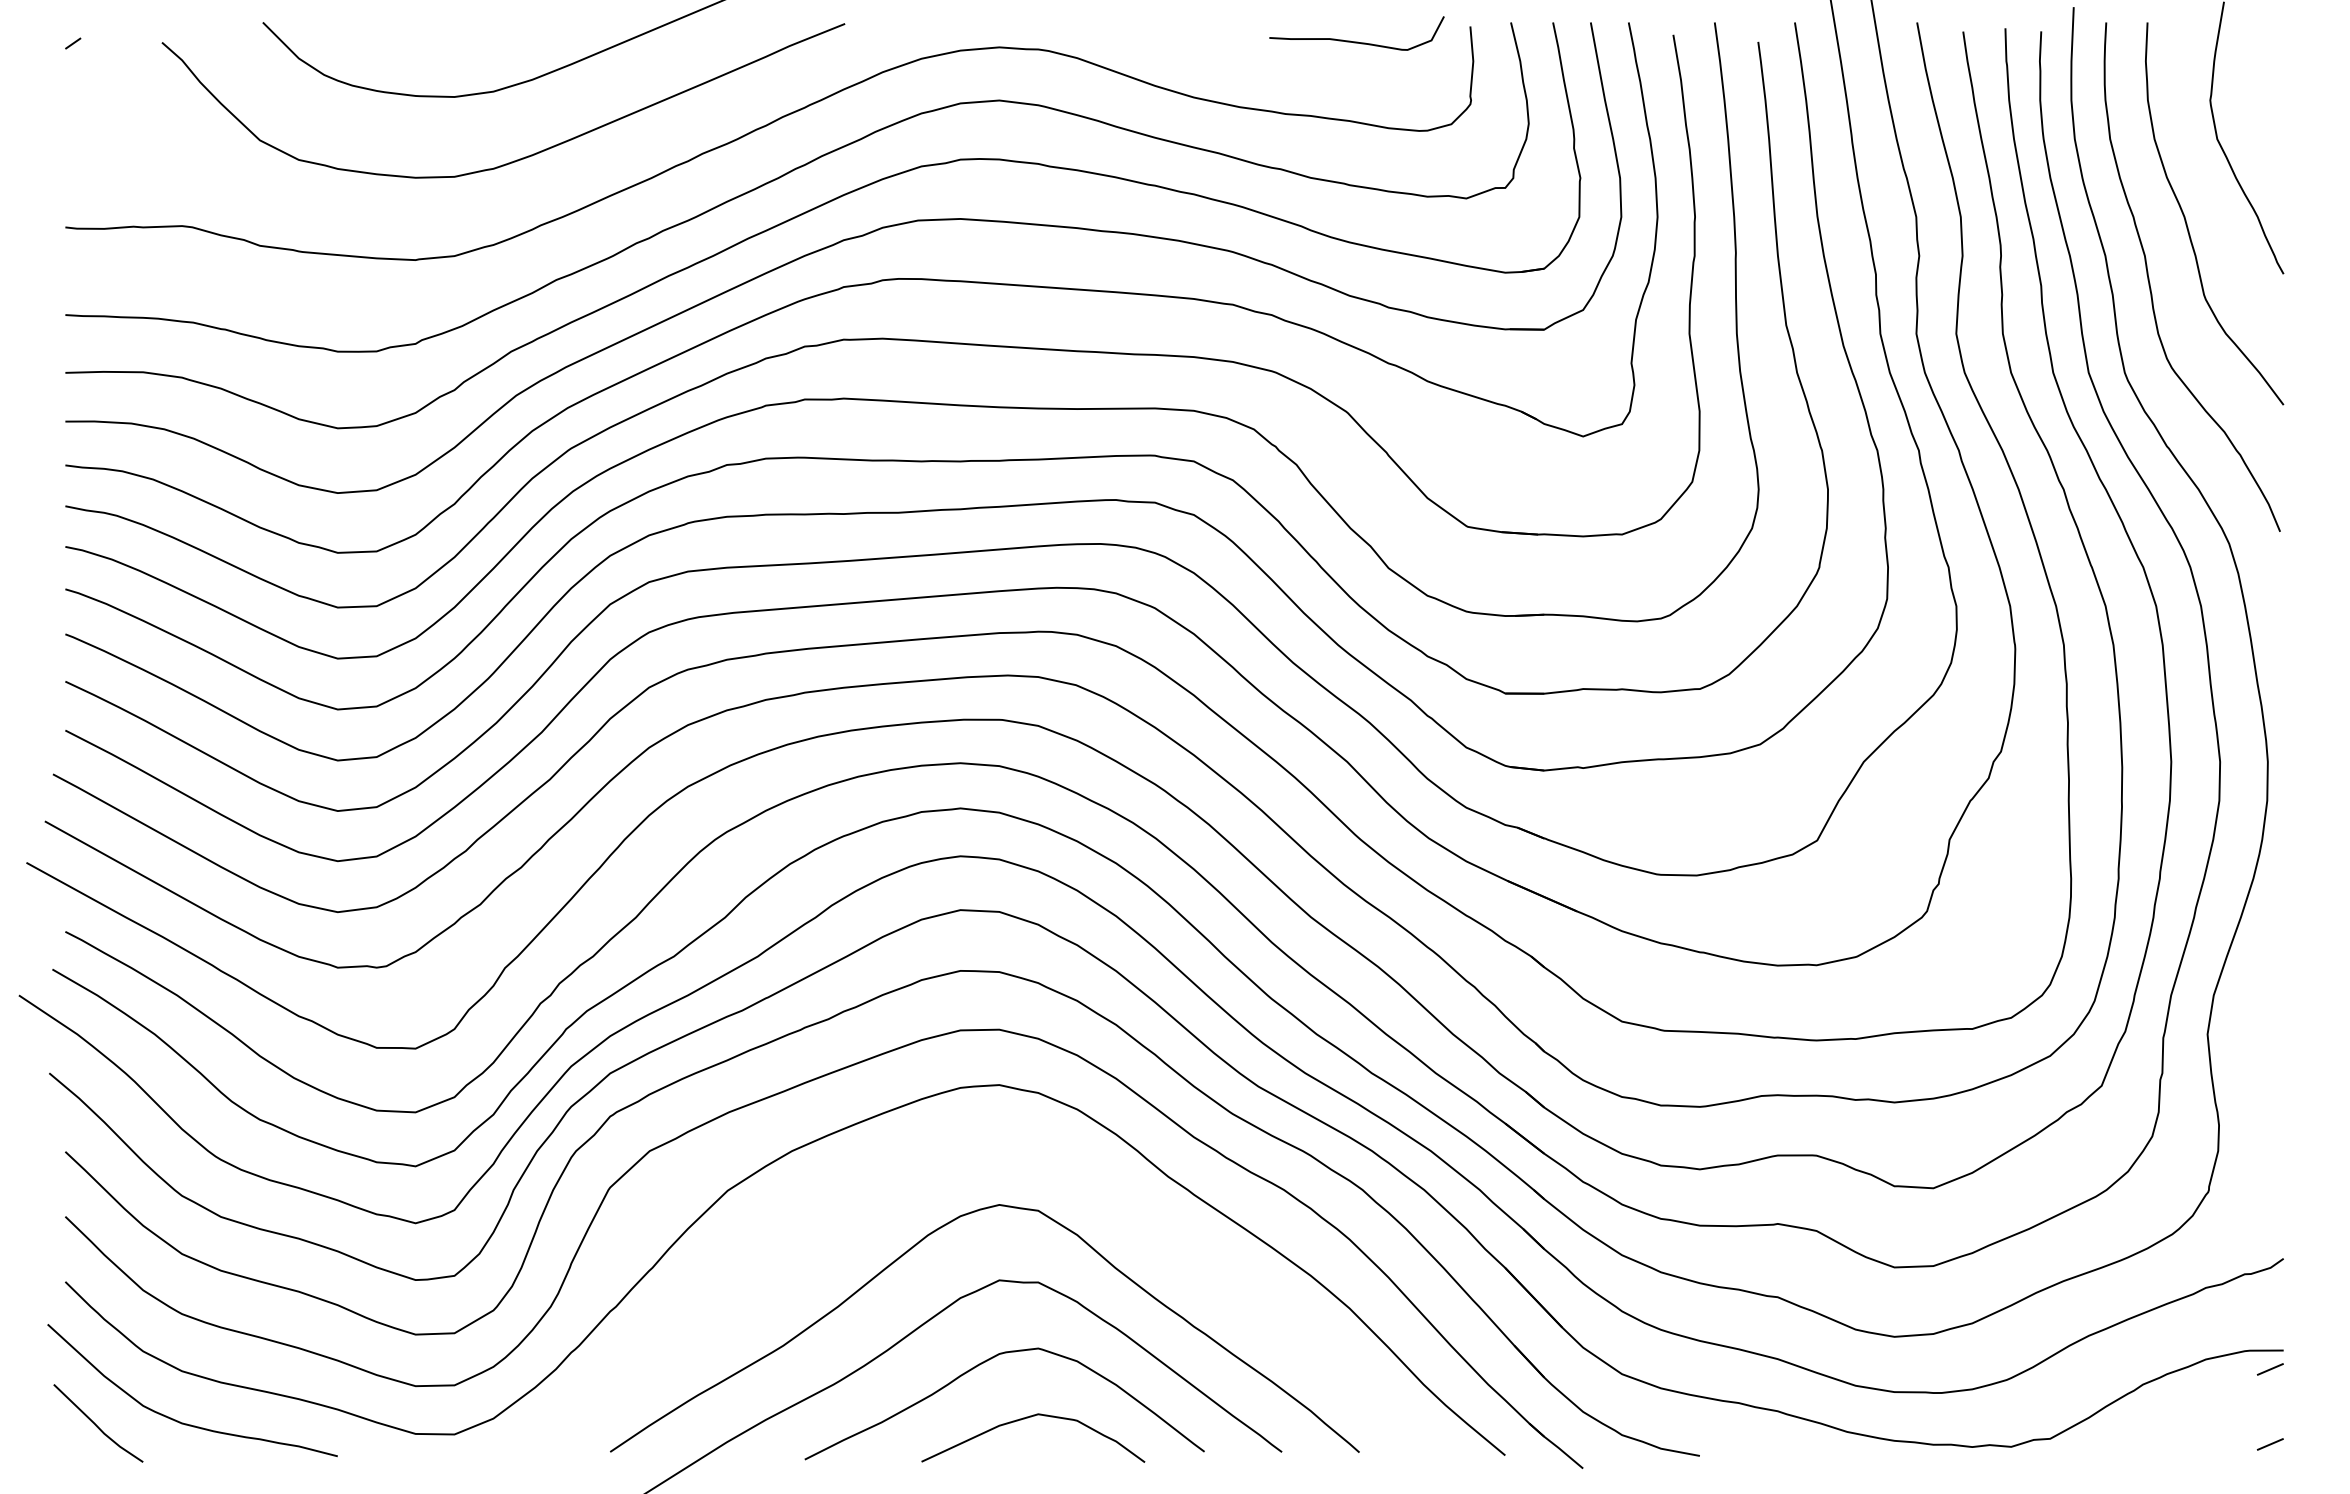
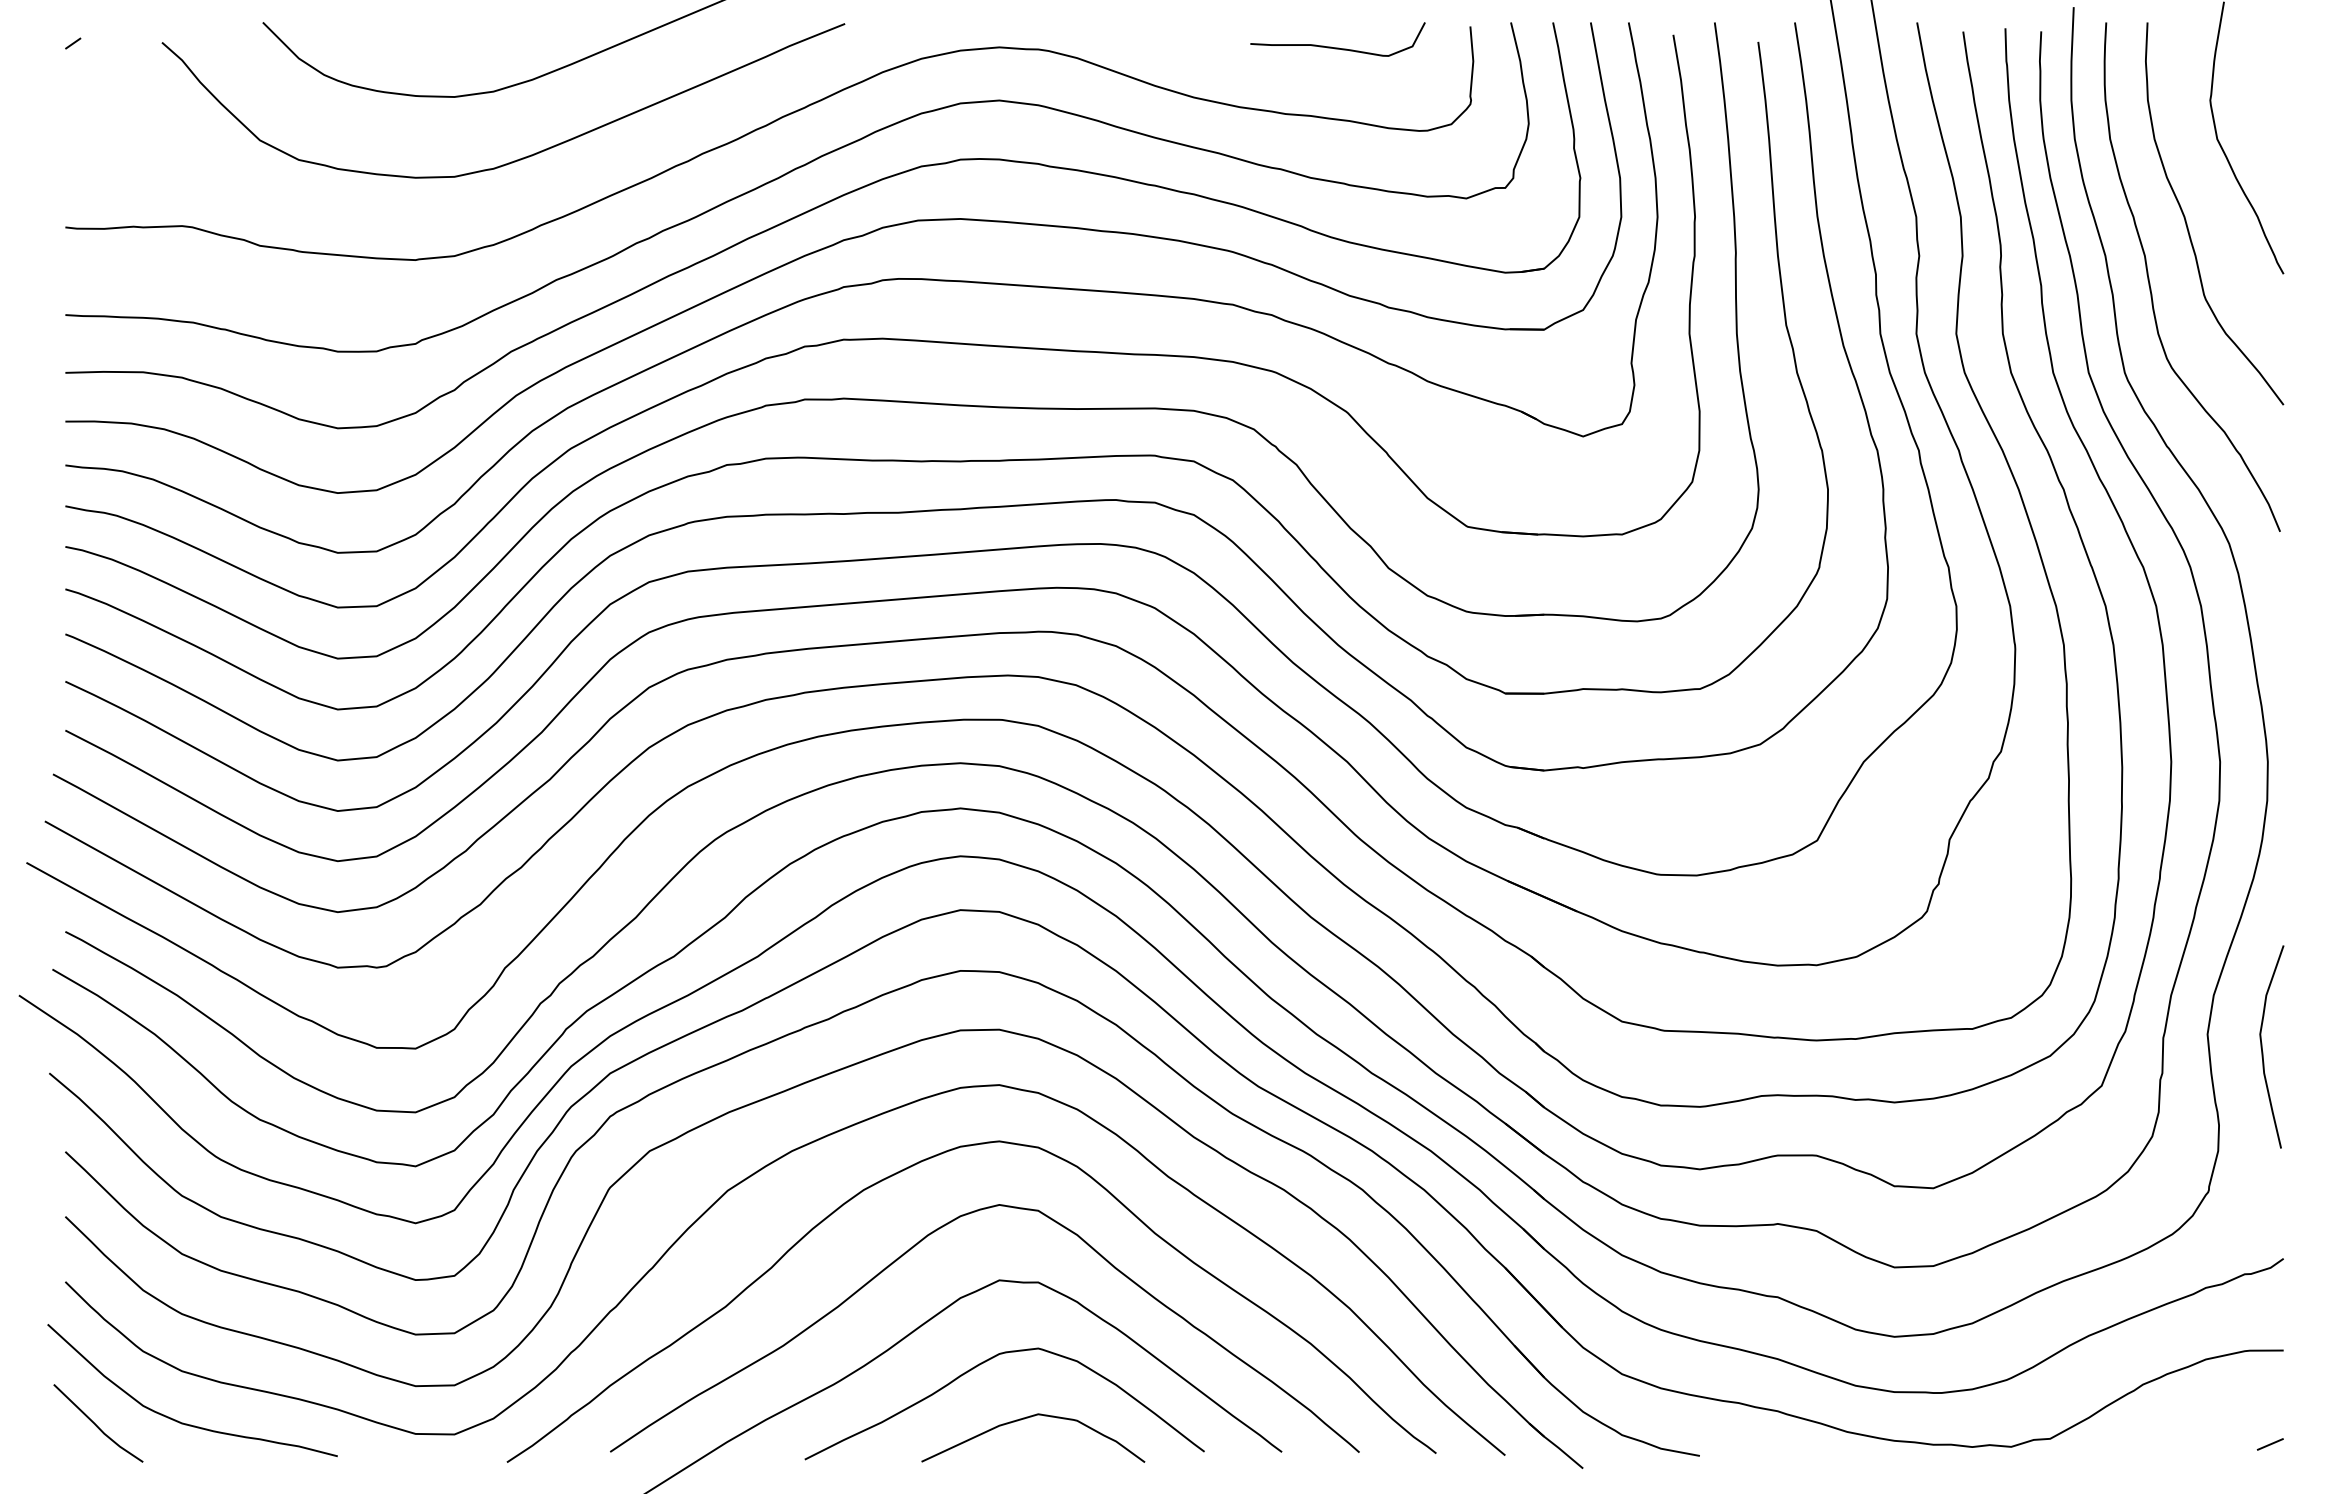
curve at (1356, 41) position: (1356, 41) -> (1337, 47)
curve at (2262, 1046): none -> present
curve at (907, 1169): none -> present
line at (2269, 1369): present -> none
